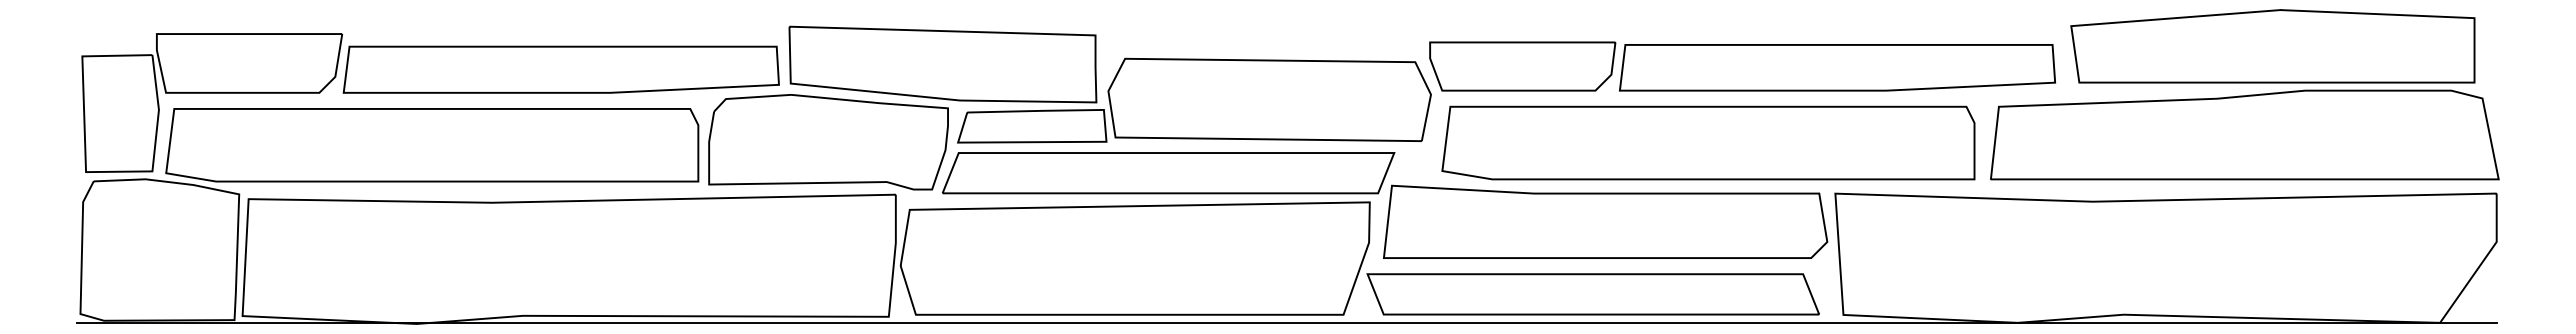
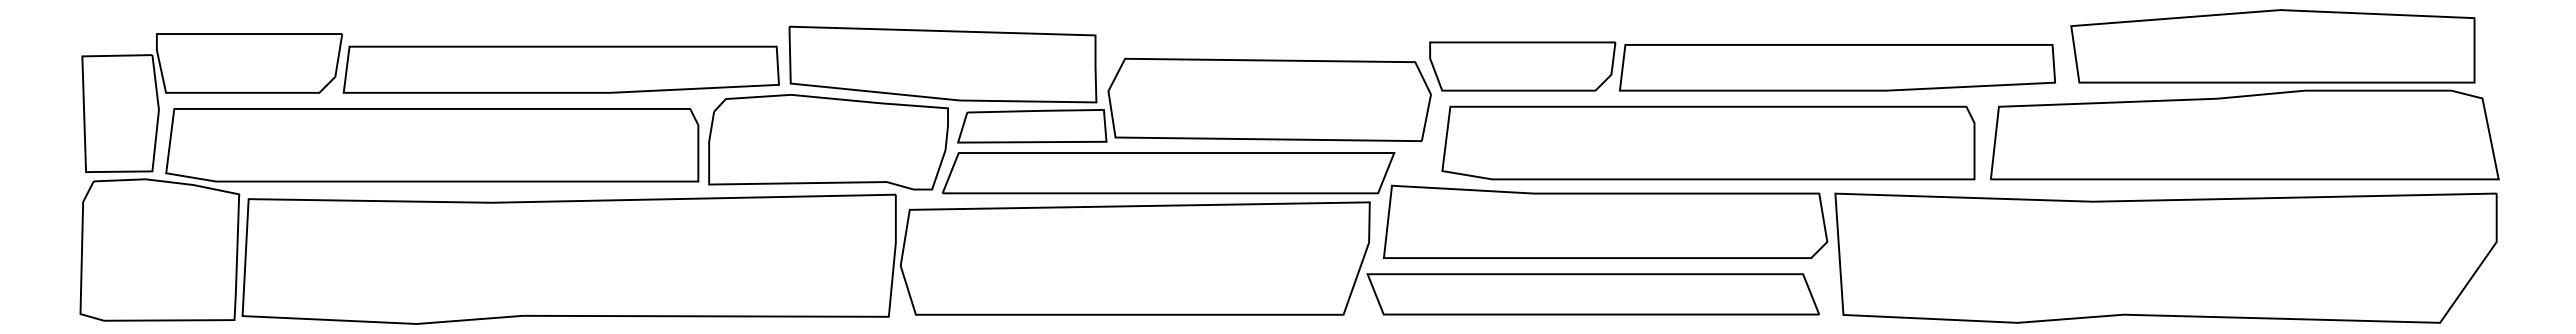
line at (1286, 322): present -> none
